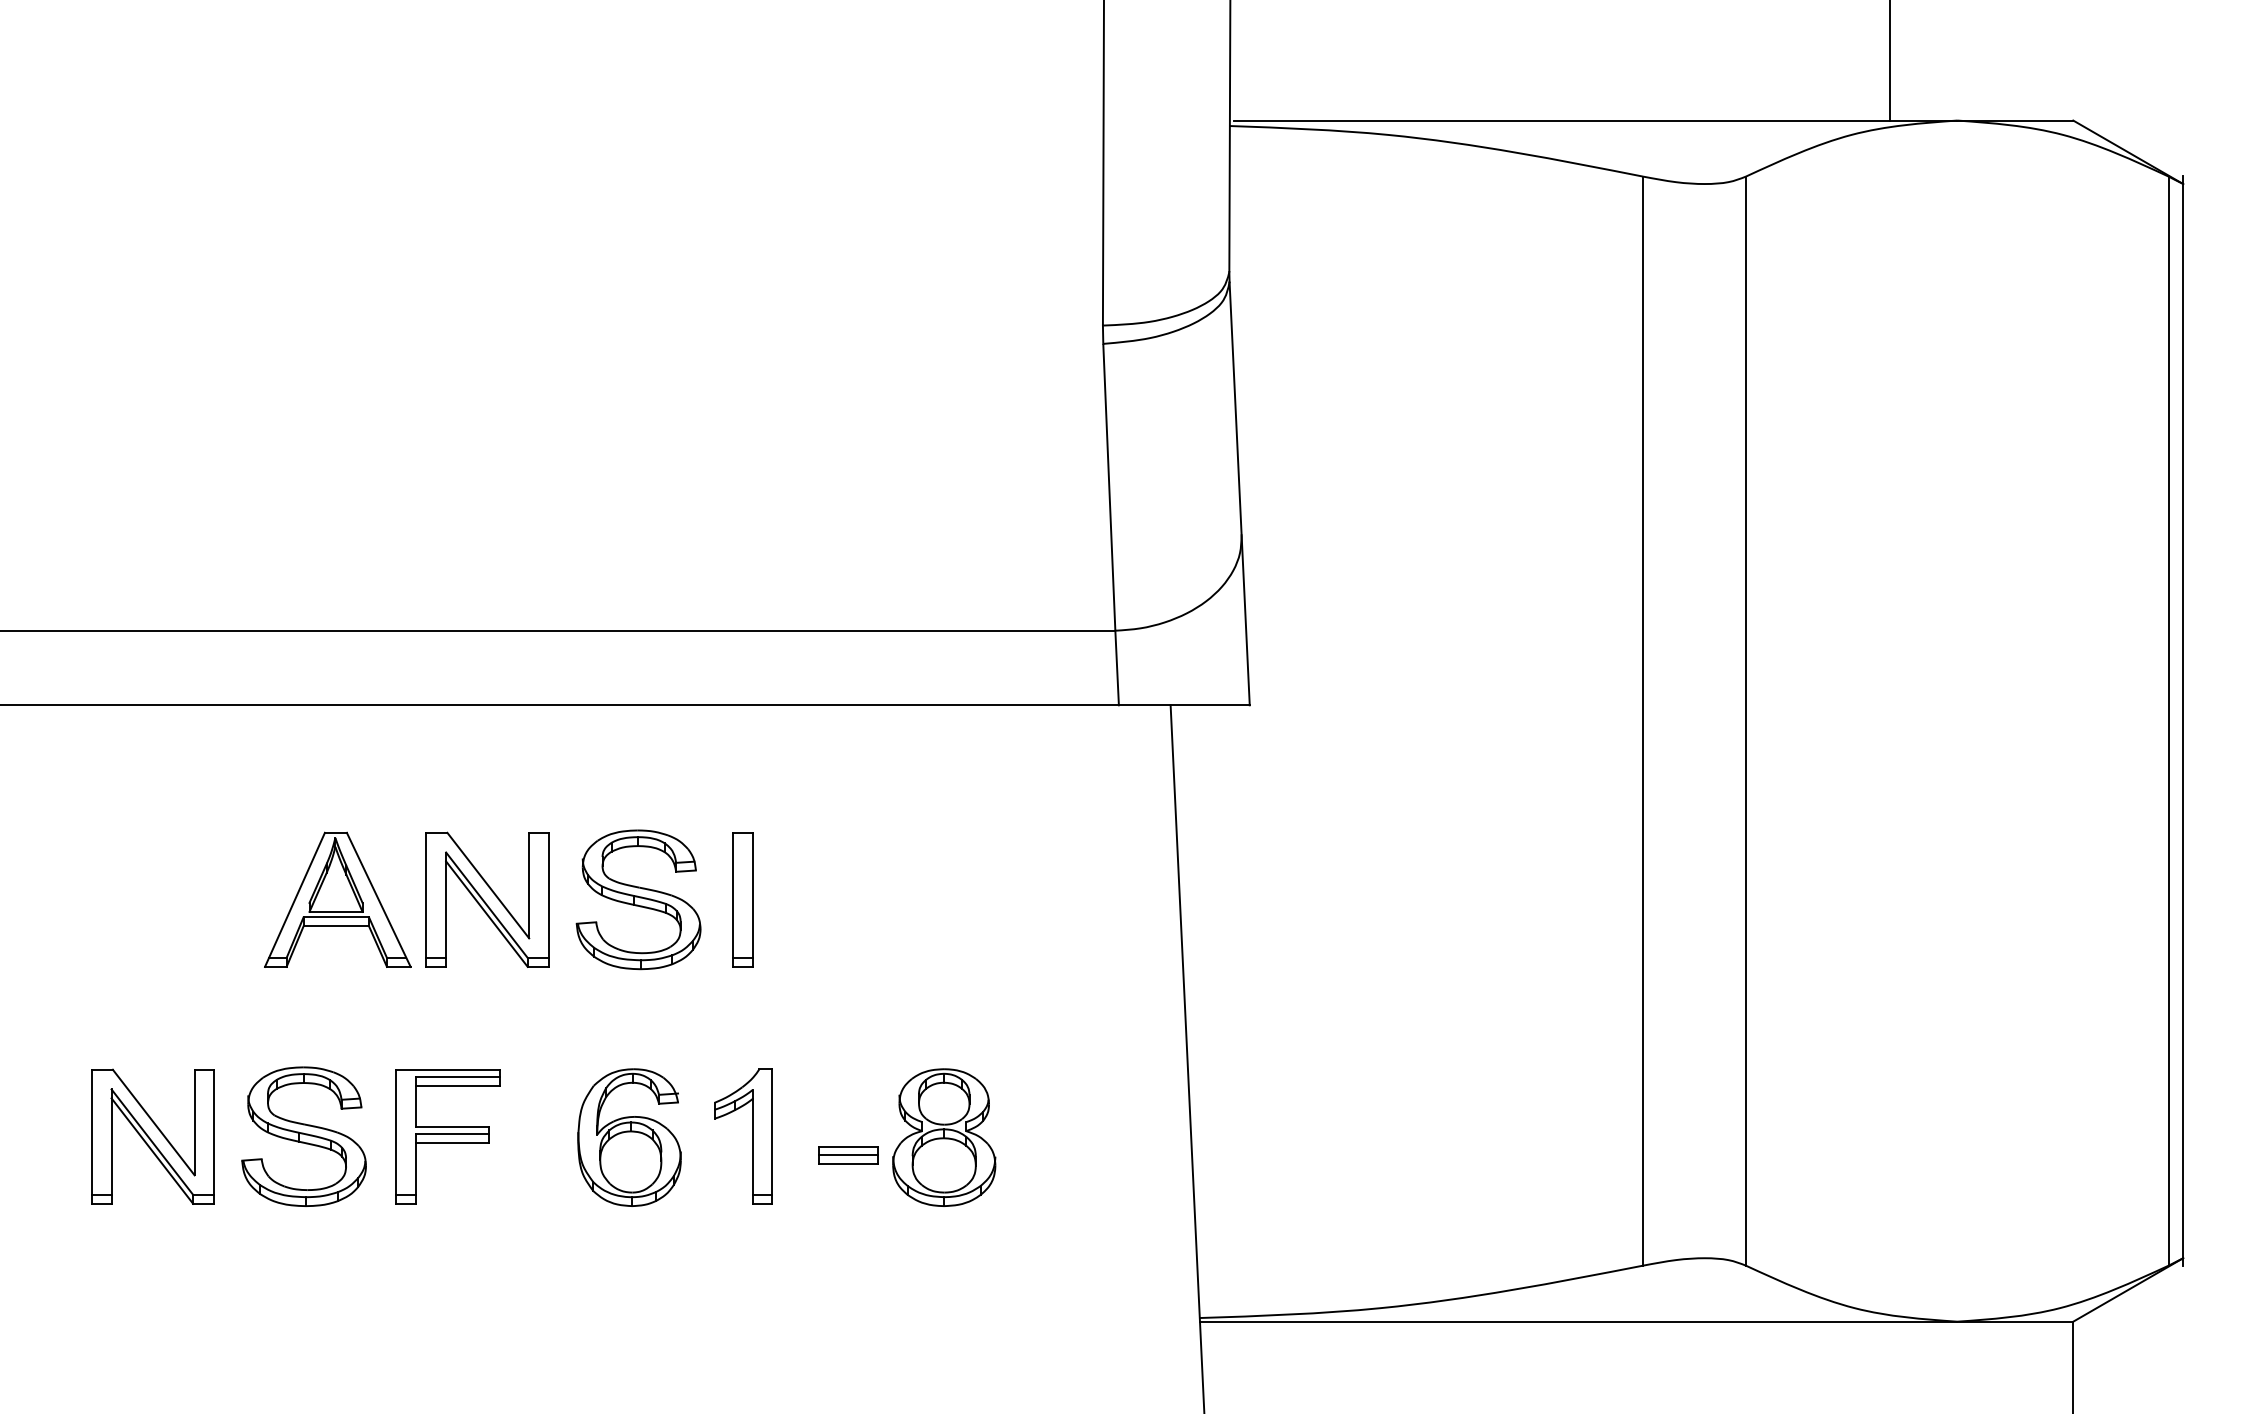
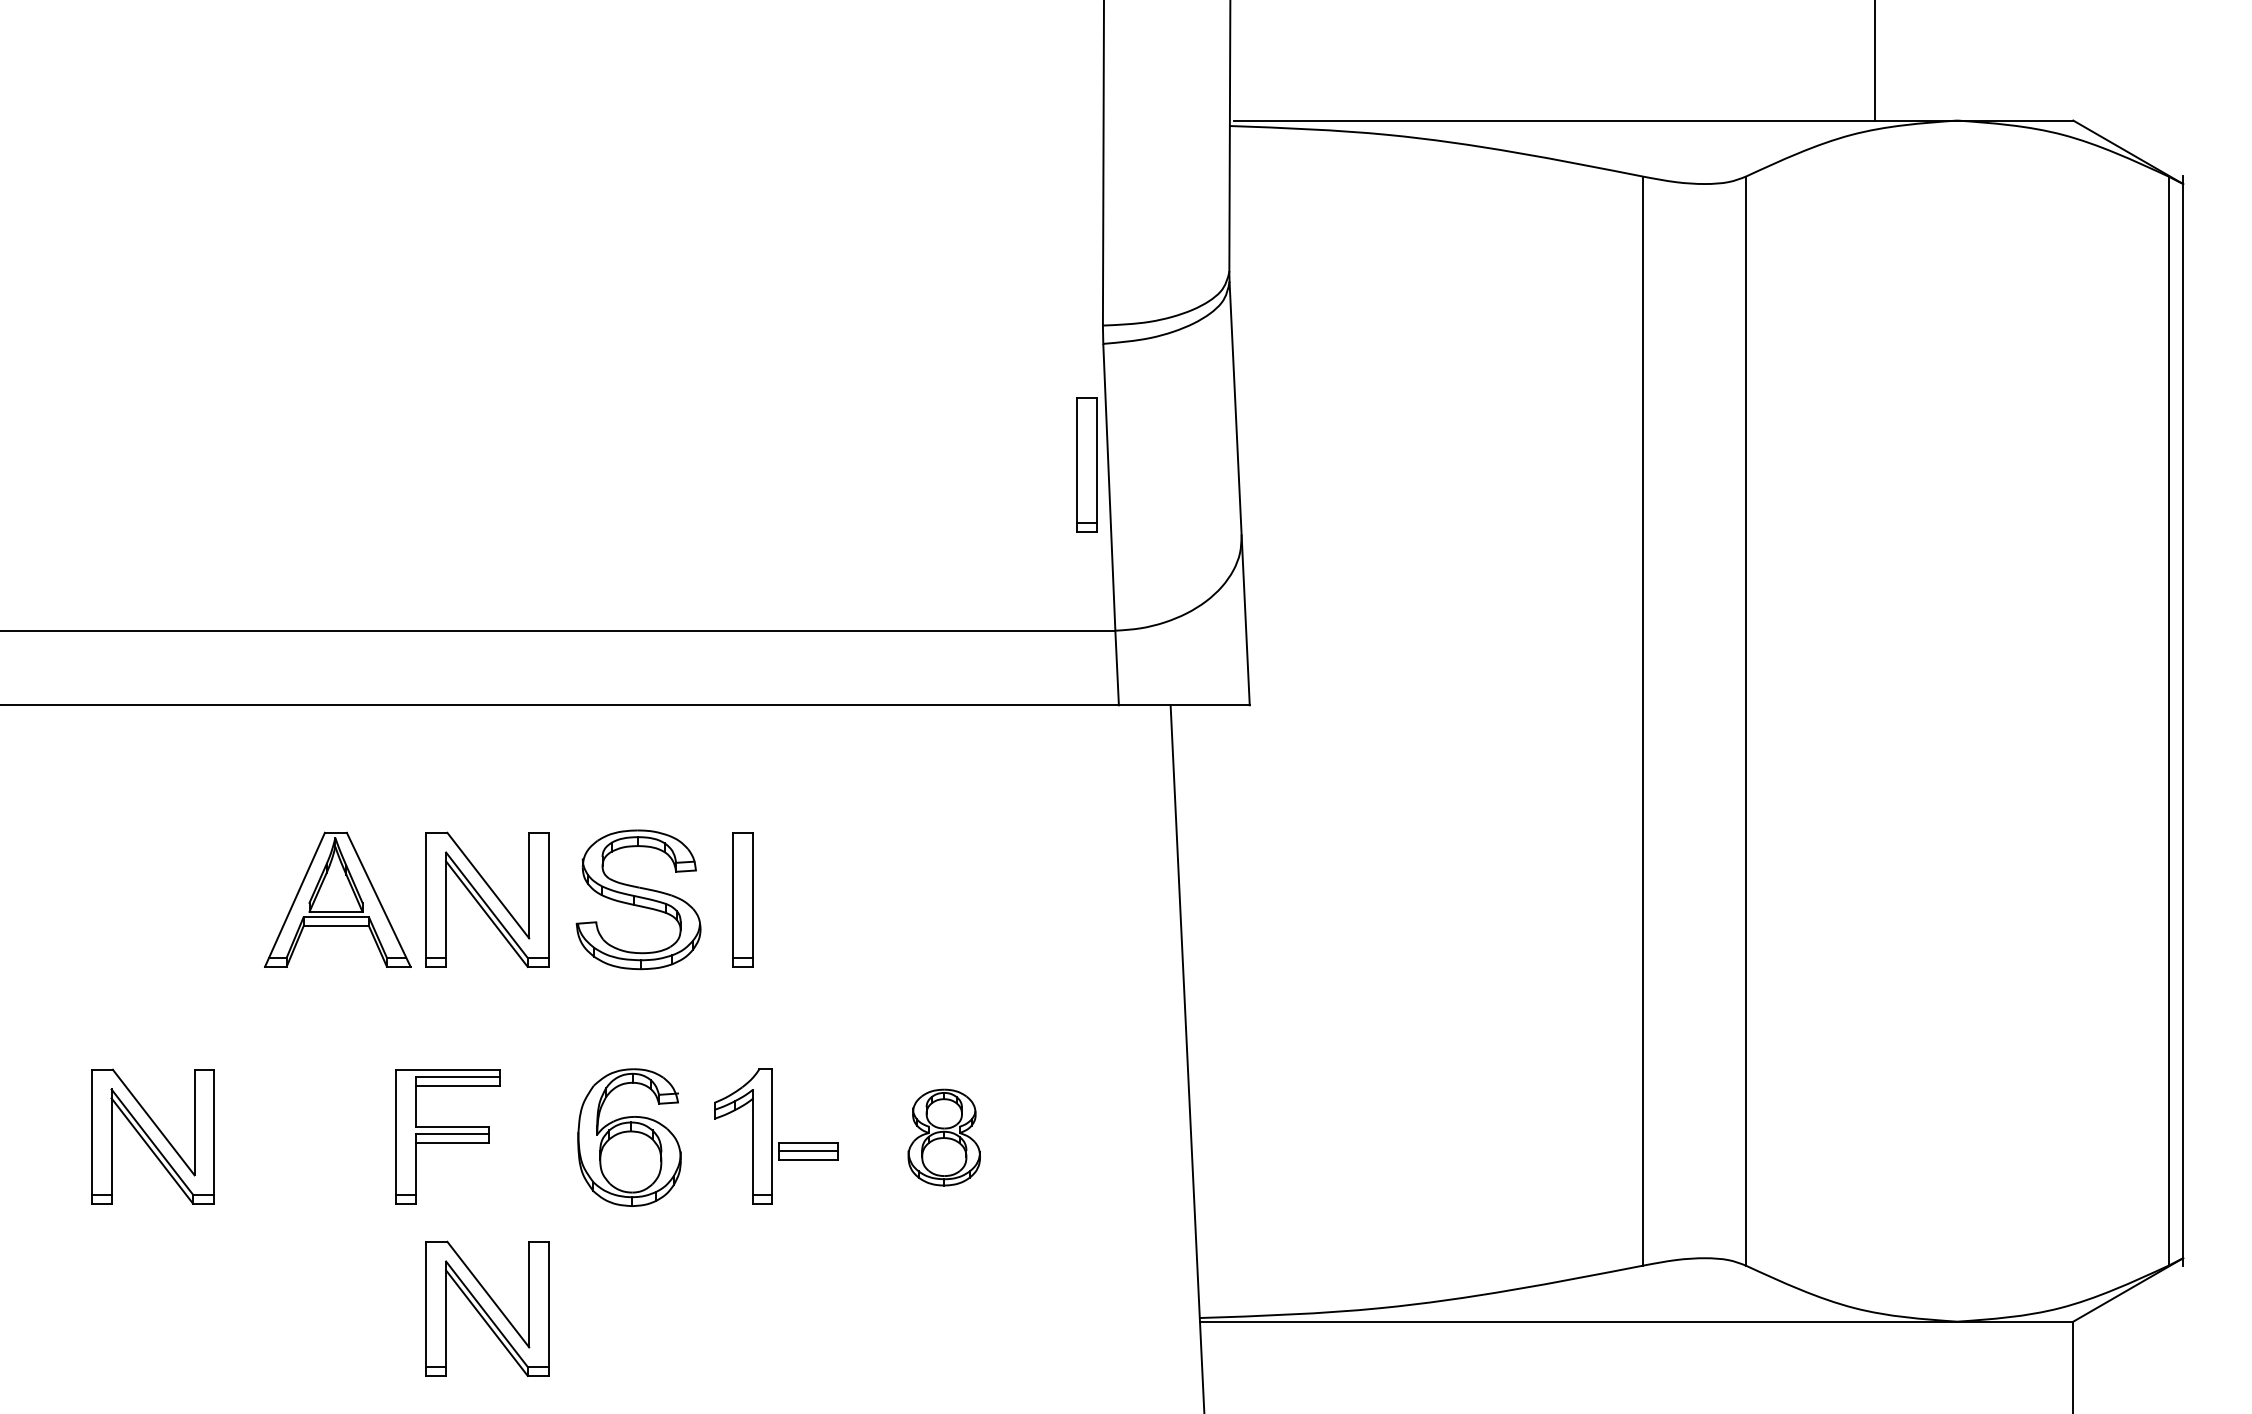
line at (1889, 61) position: (1889, 61) -> (1874, 61)
part at (1086, 464): none -> present
part at (303, 1136): present -> none
part at (944, 1137) size: 105x139 px -> 74x99 px
part at (848, 1155) position: (848, 1155) -> (808, 1151)
part at (487, 1308): none -> present
